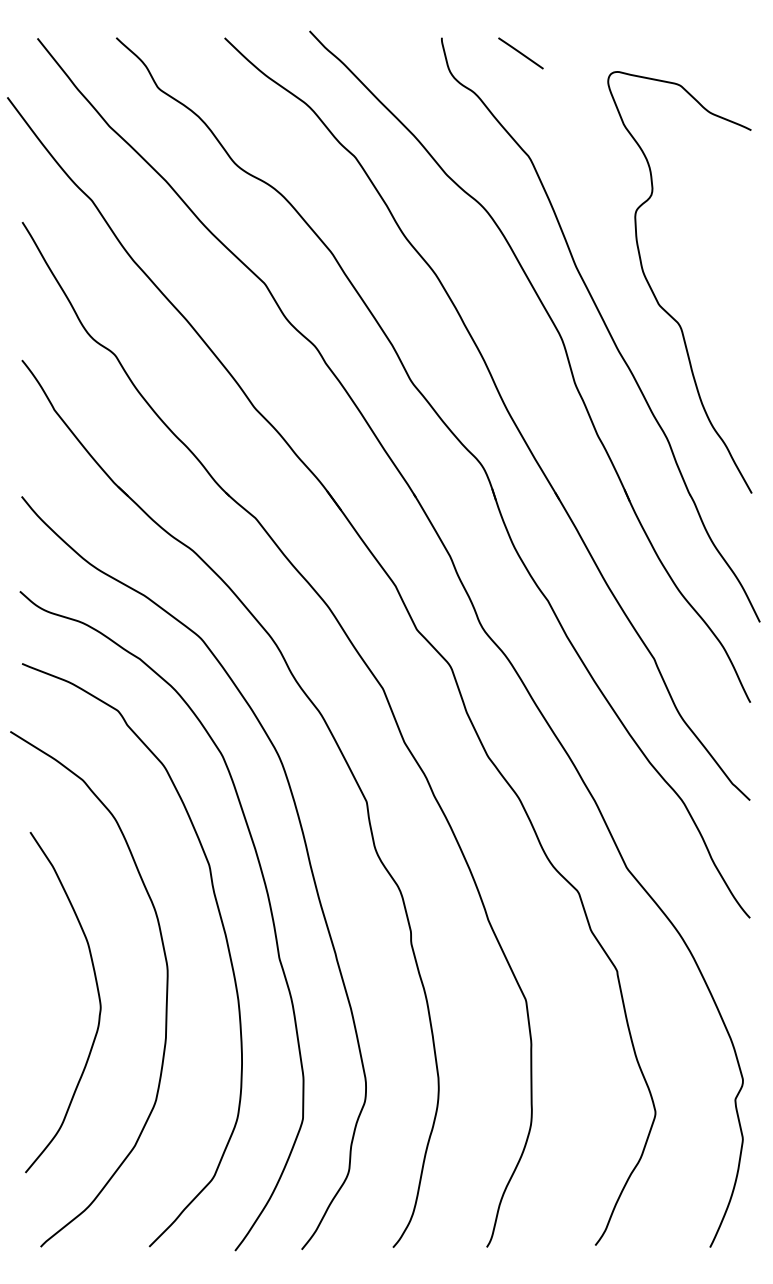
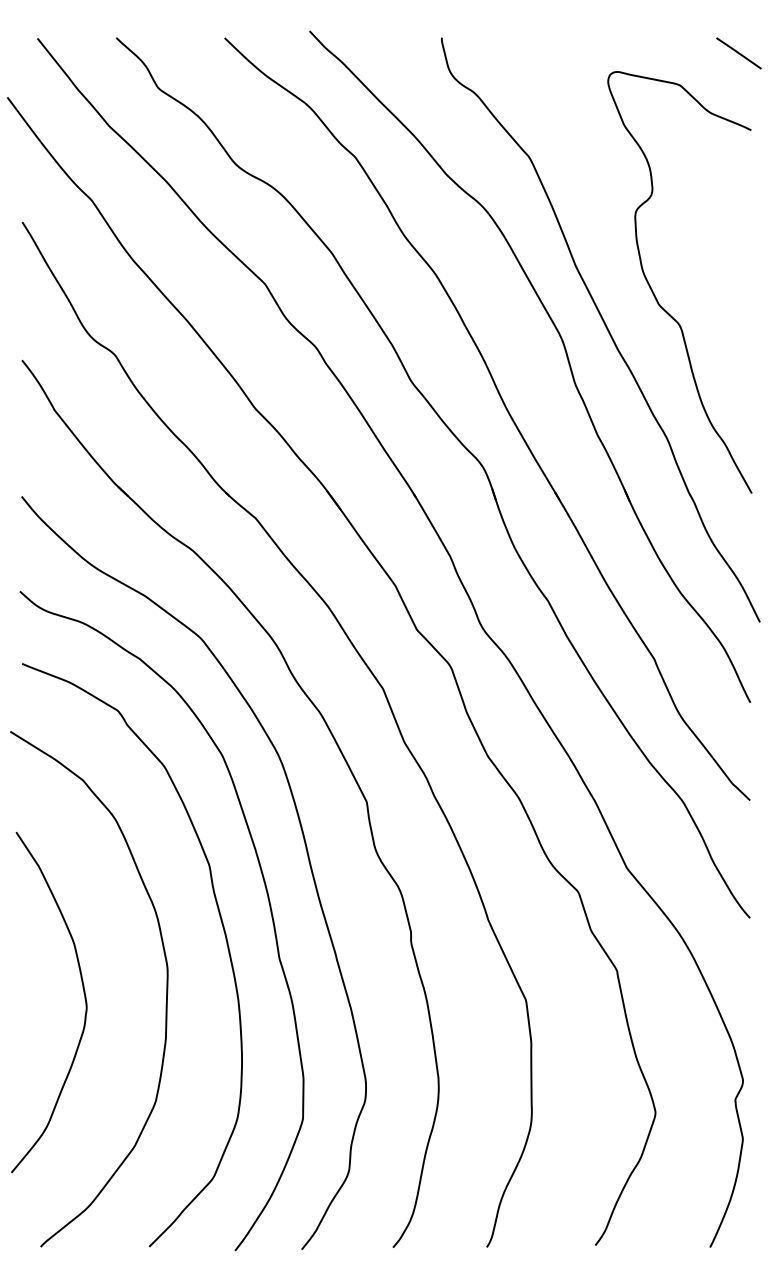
line at (520, 53) position: (520, 53) -> (738, 53)
curve at (98, 999) position: (98, 999) -> (84, 999)
